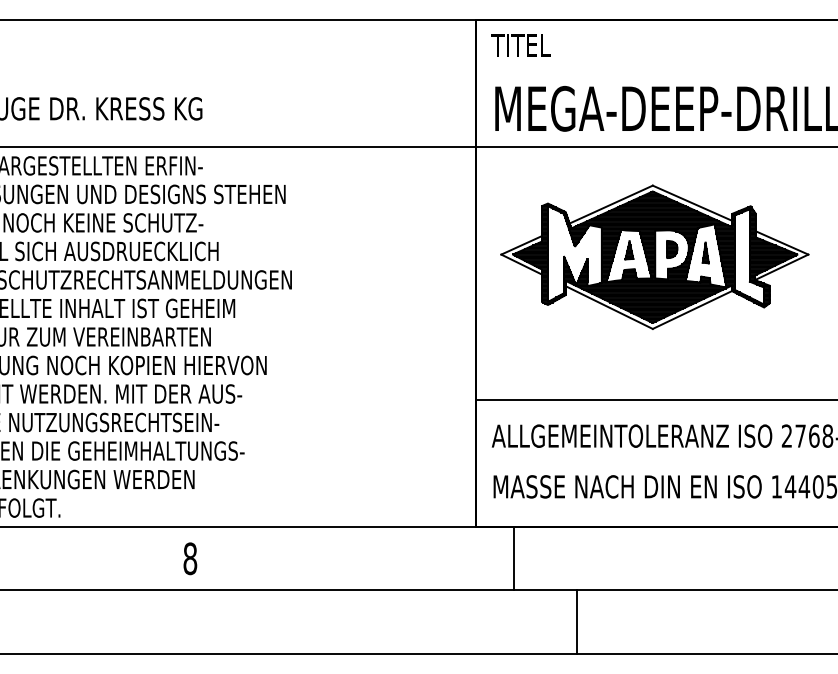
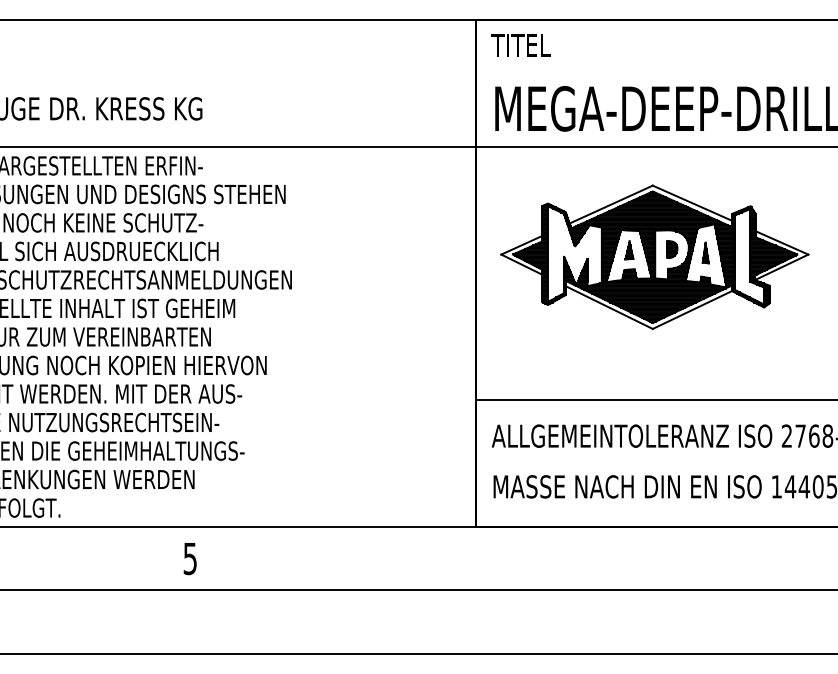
text at (190, 558): 8 -> 5
line at (514, 558): present -> none
line at (577, 621): present -> none
